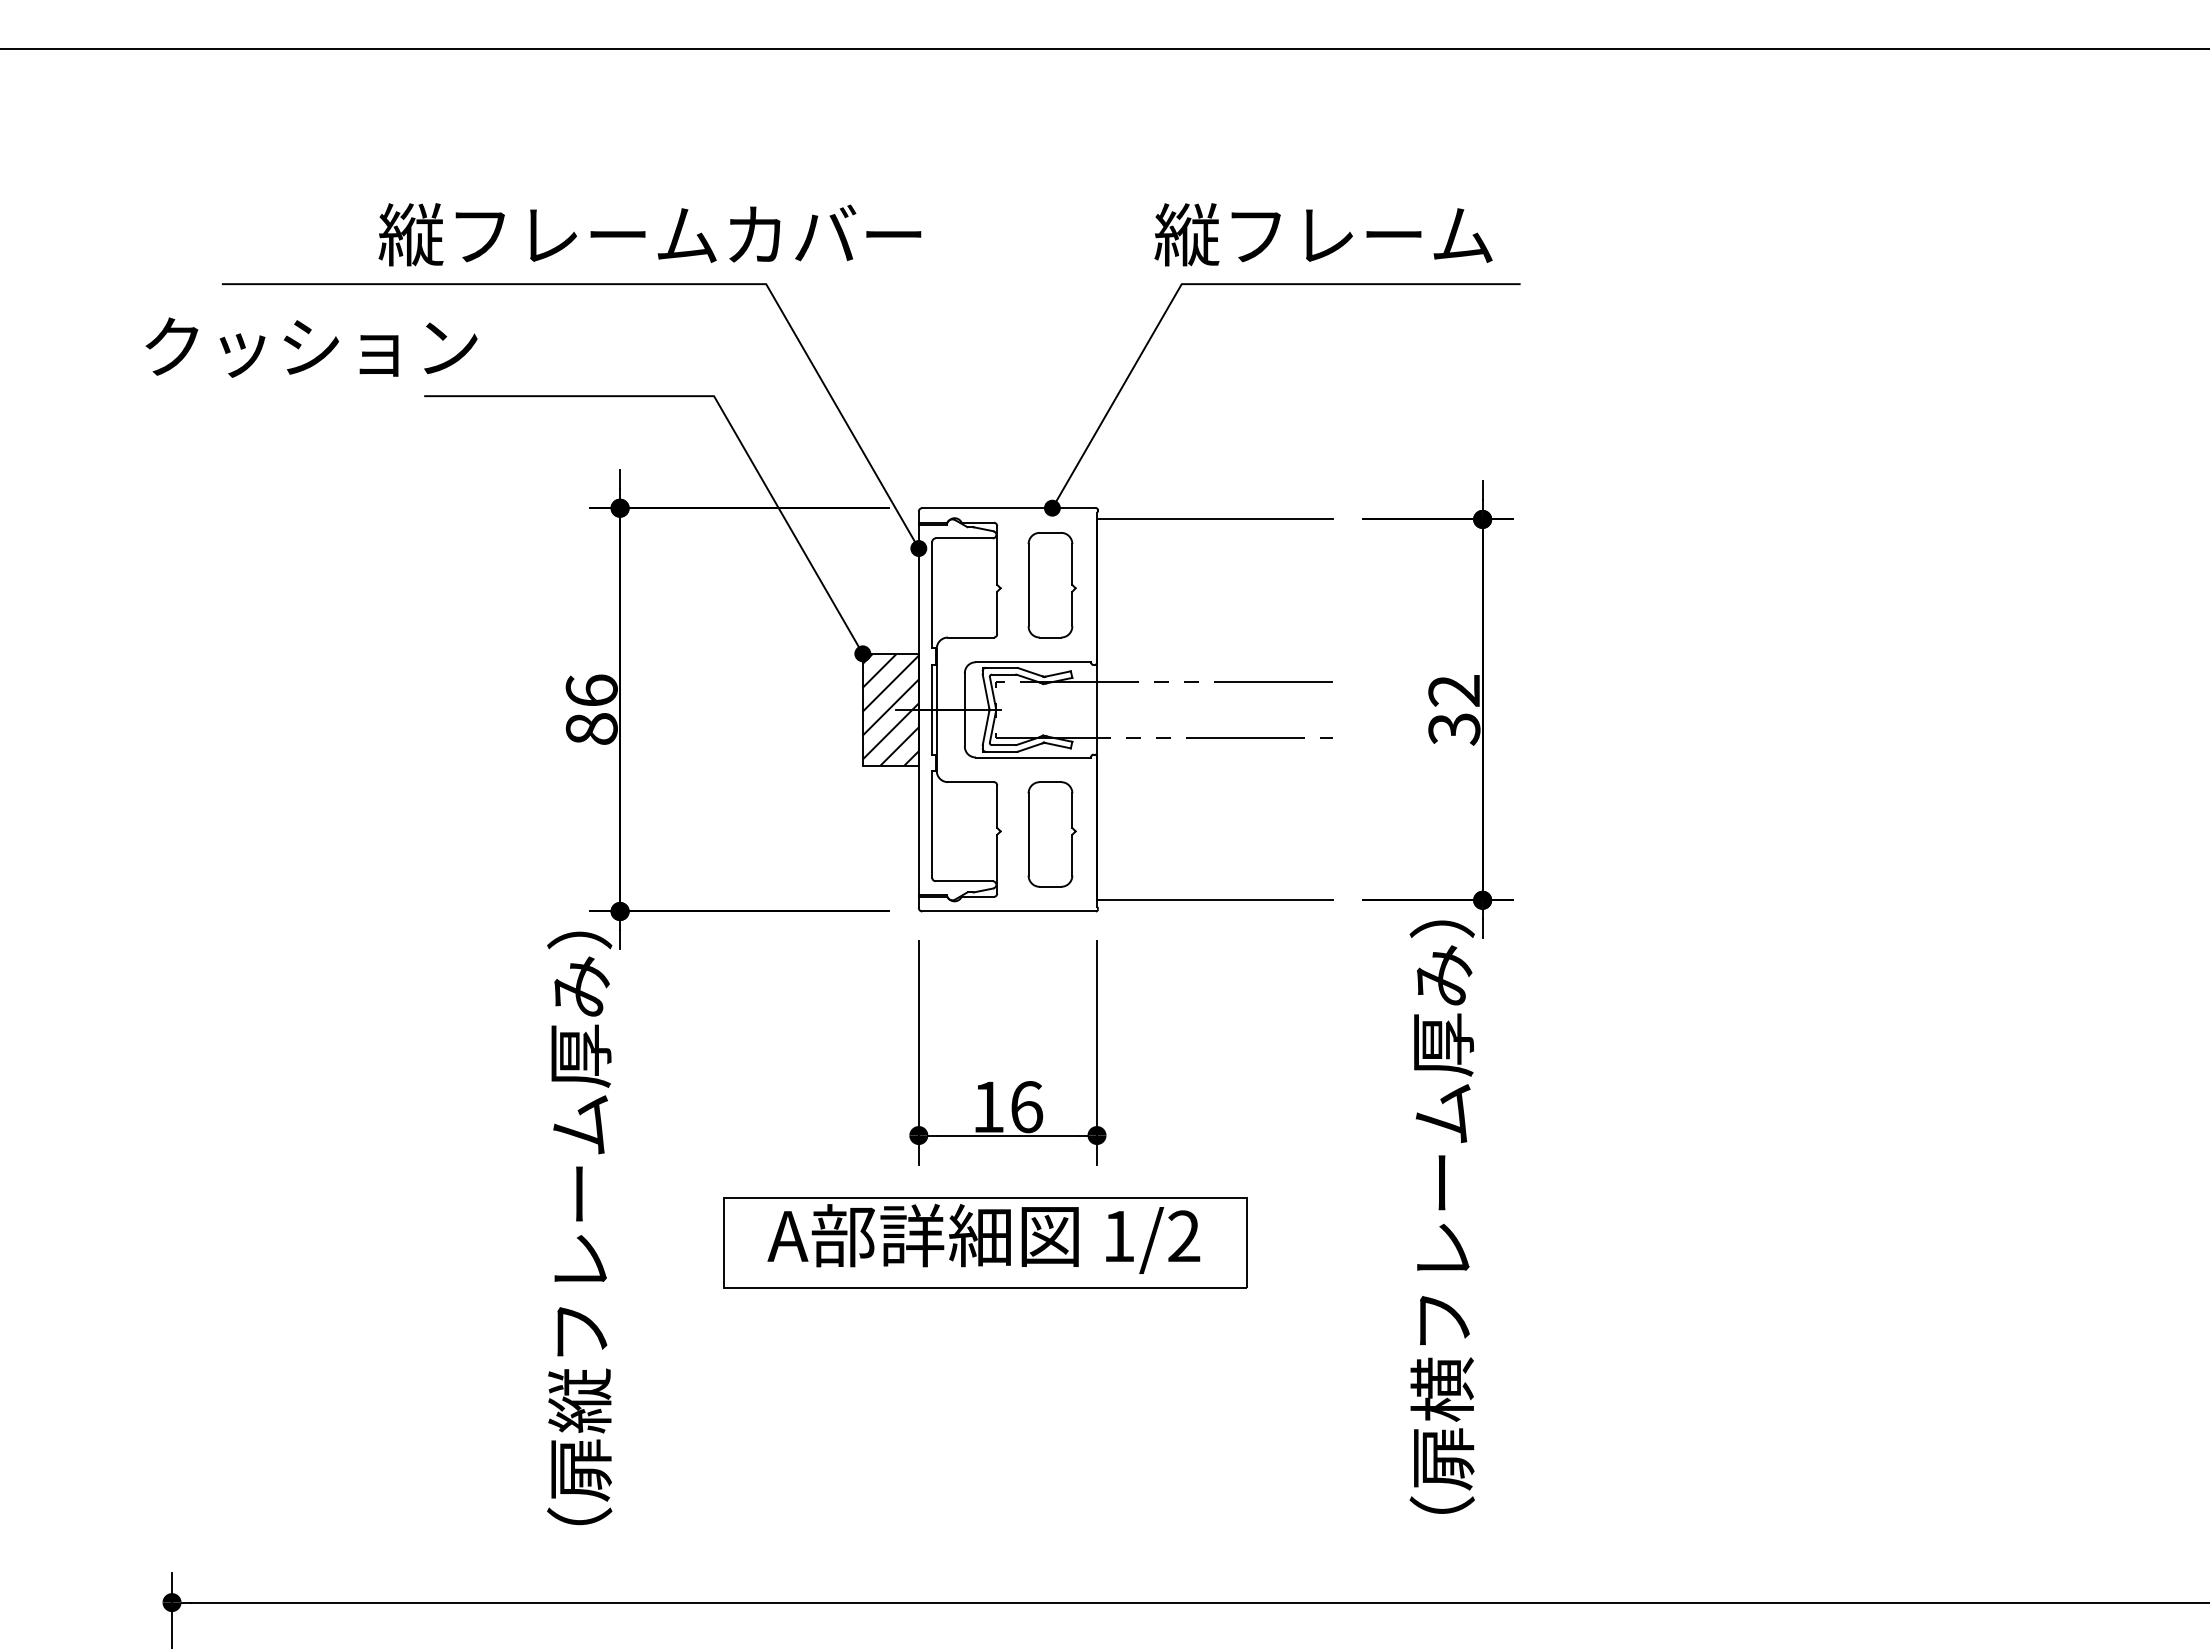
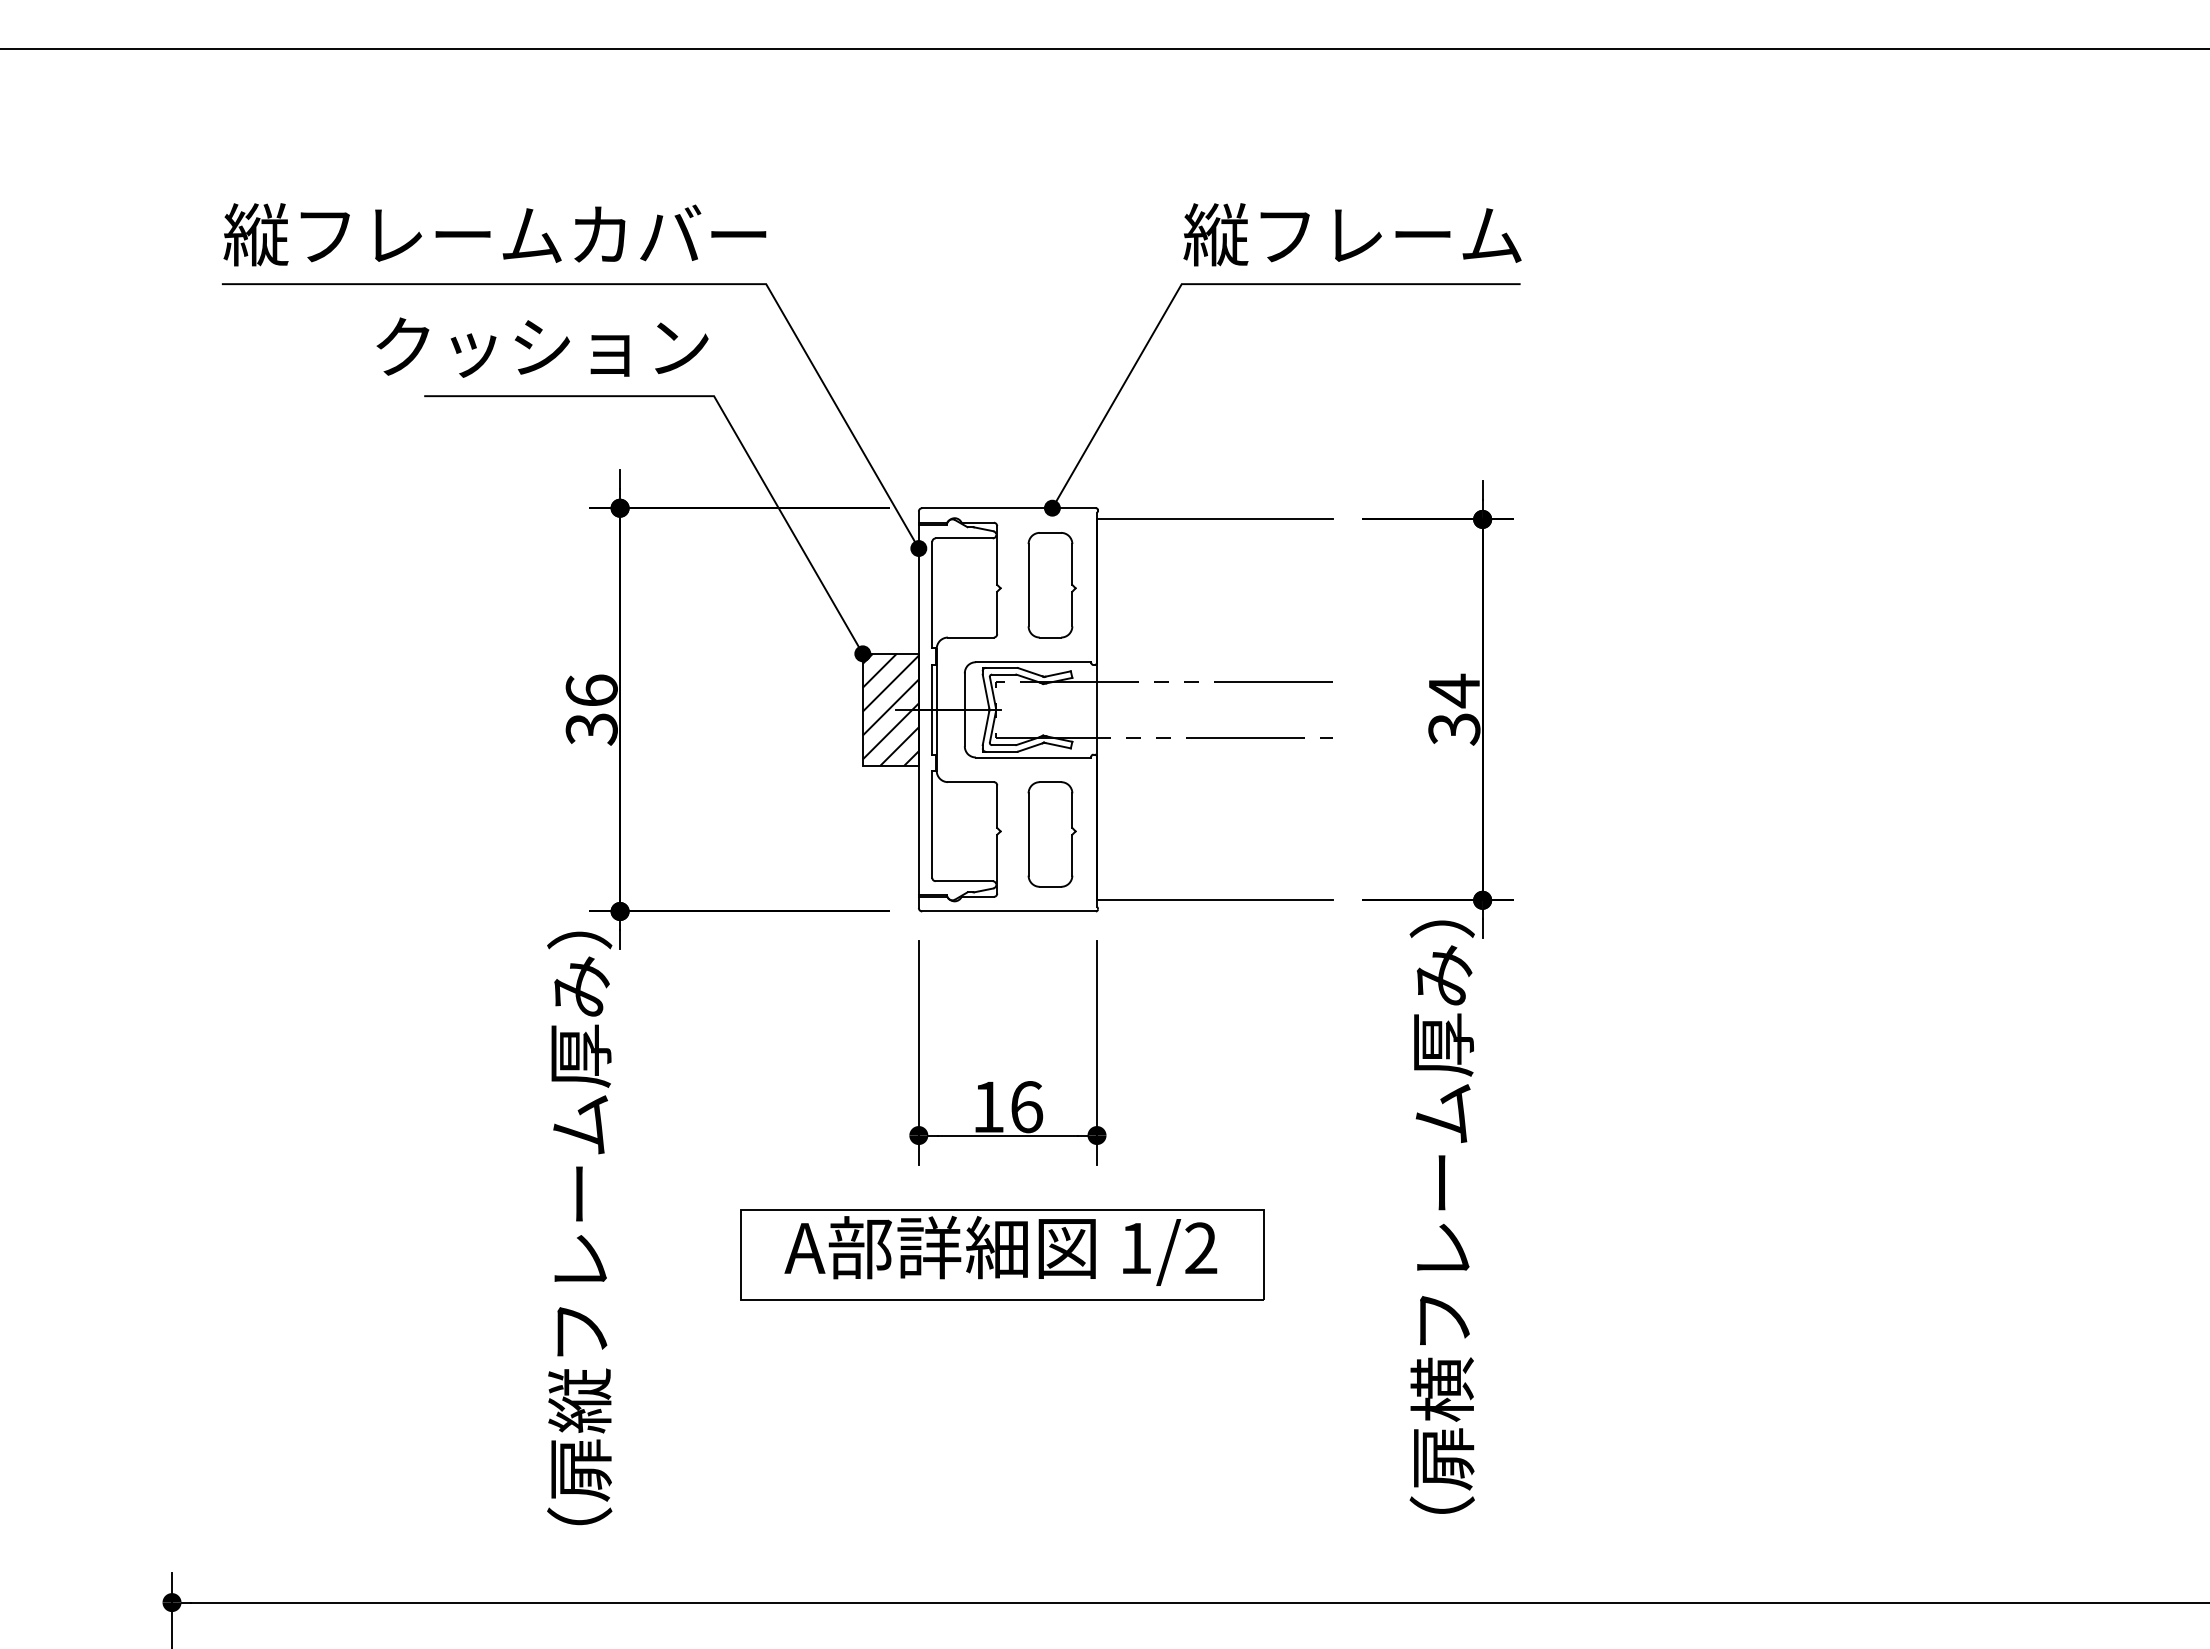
text at (649, 234) position: (649, 234) -> (494, 234)
text at (1323, 234) position: (1323, 234) -> (1352, 234)
text at (311, 347) position: (311, 347) -> (542, 347)
text at (1453, 690): 32 -> 34
text at (591, 729): 86 -> 36
part at (985, 1242) position: (985, 1242) -> (1002, 1254)
